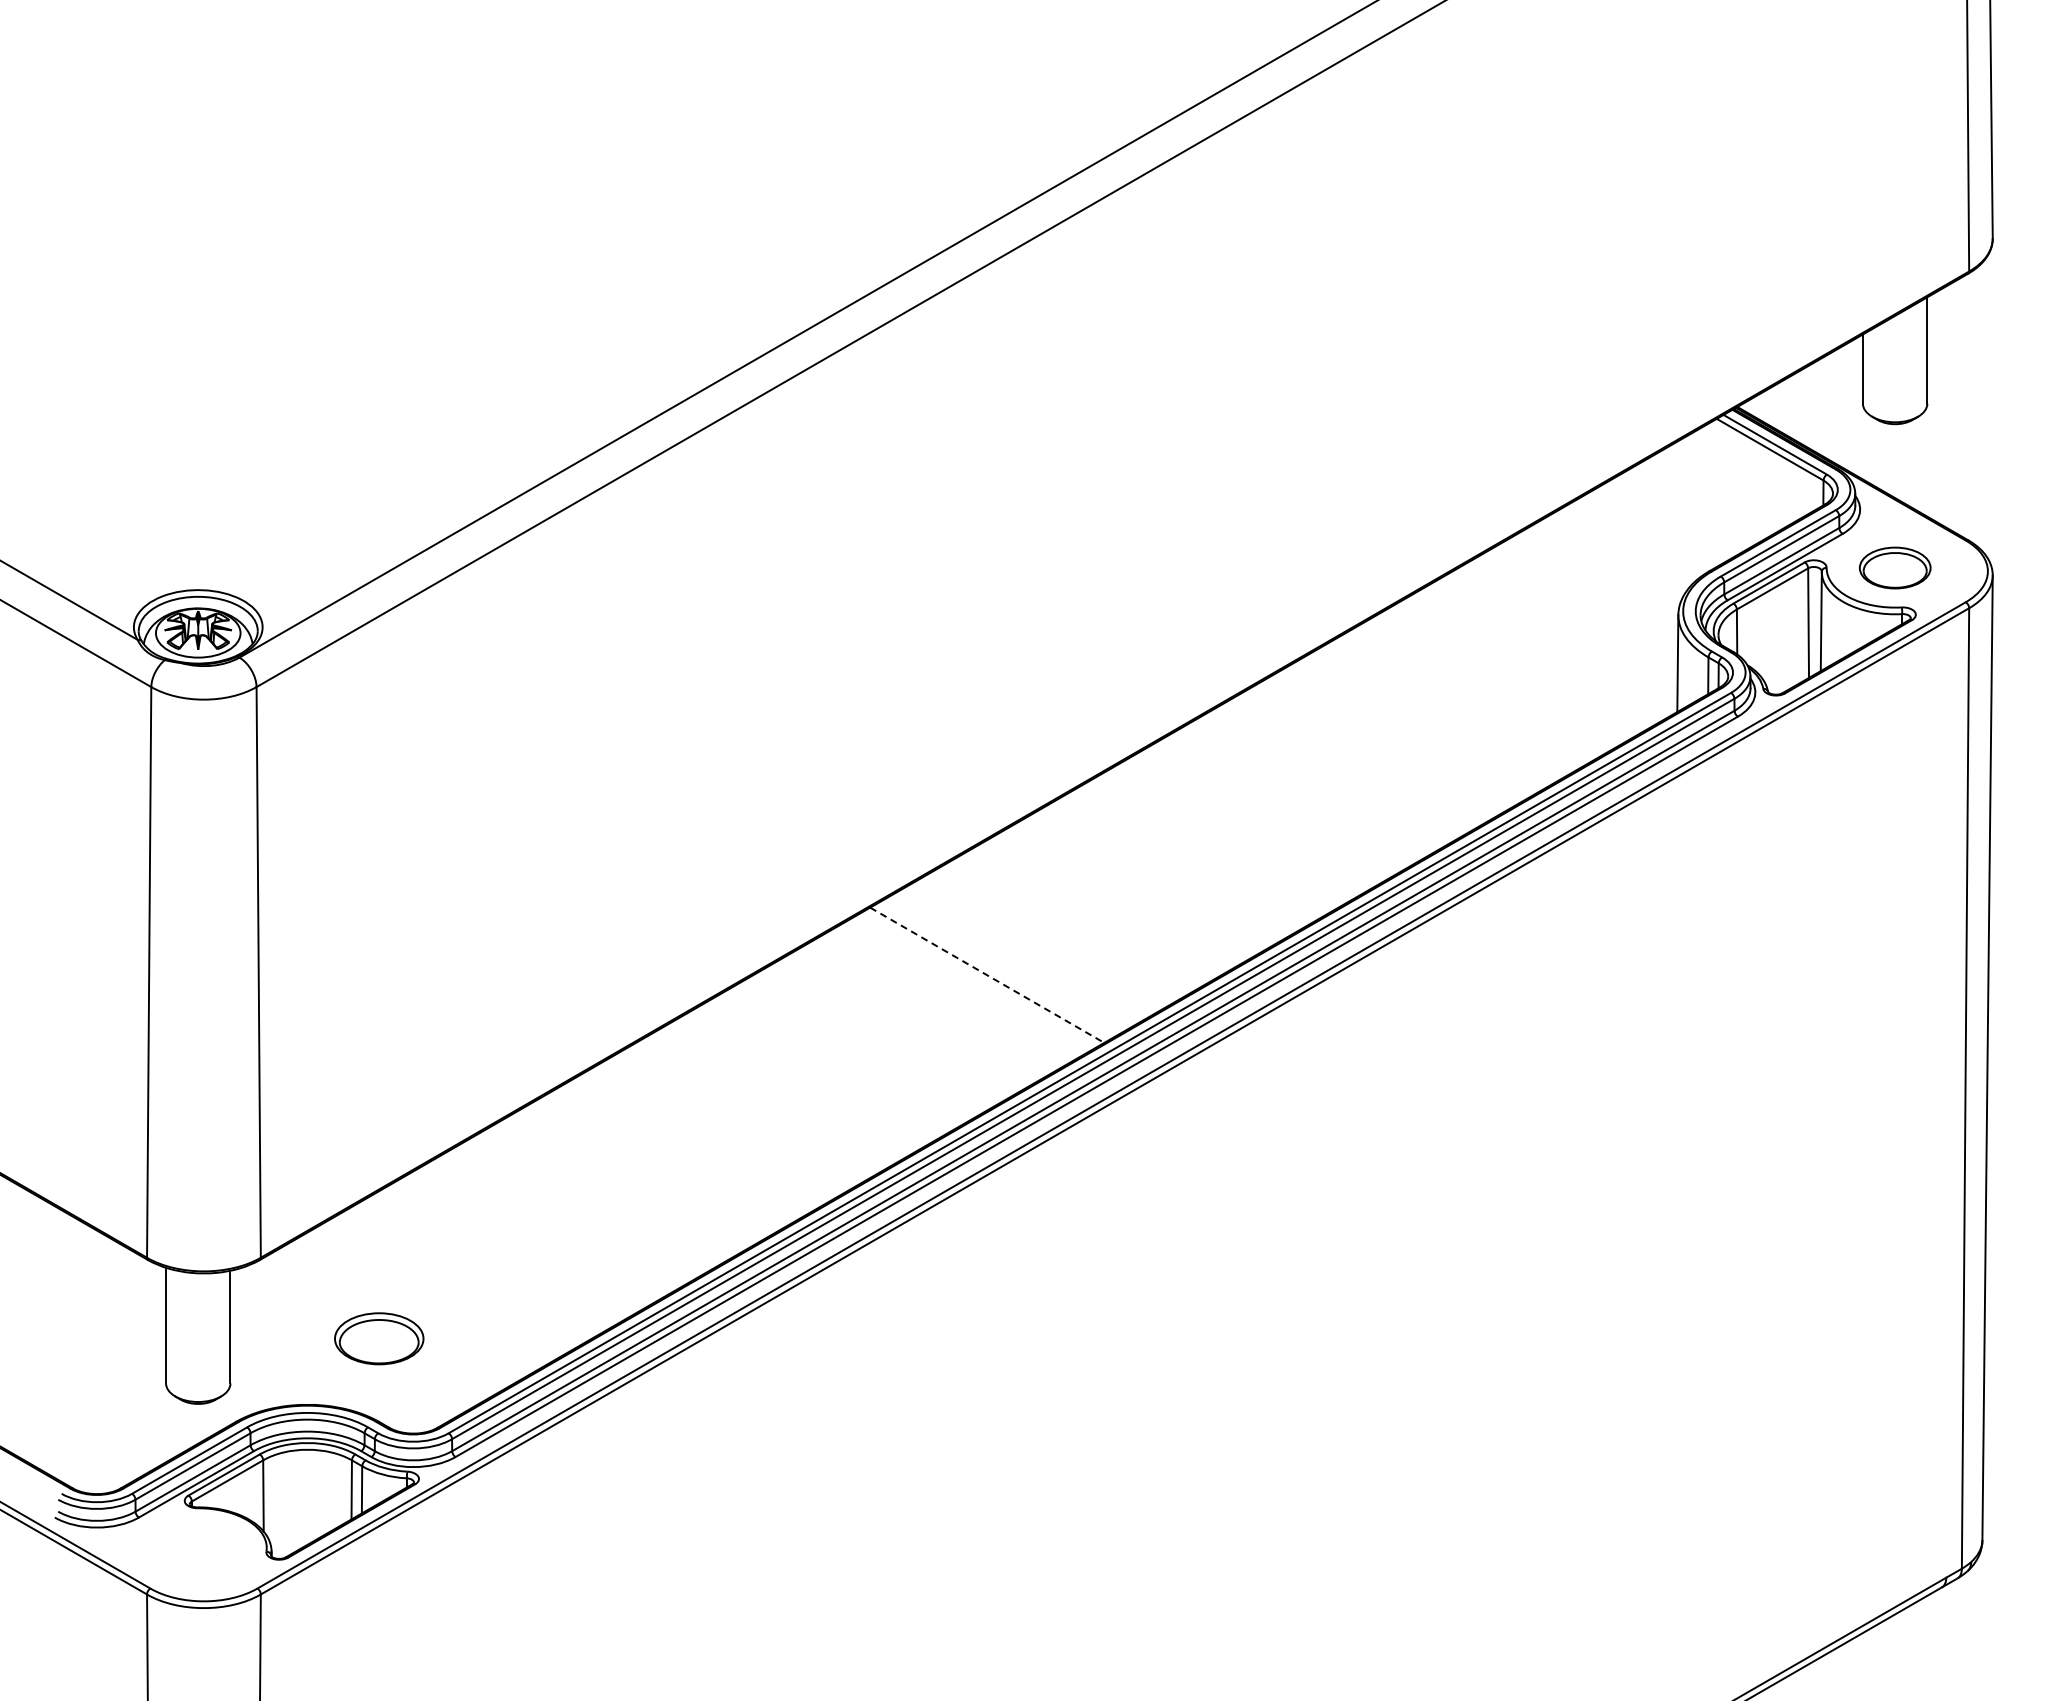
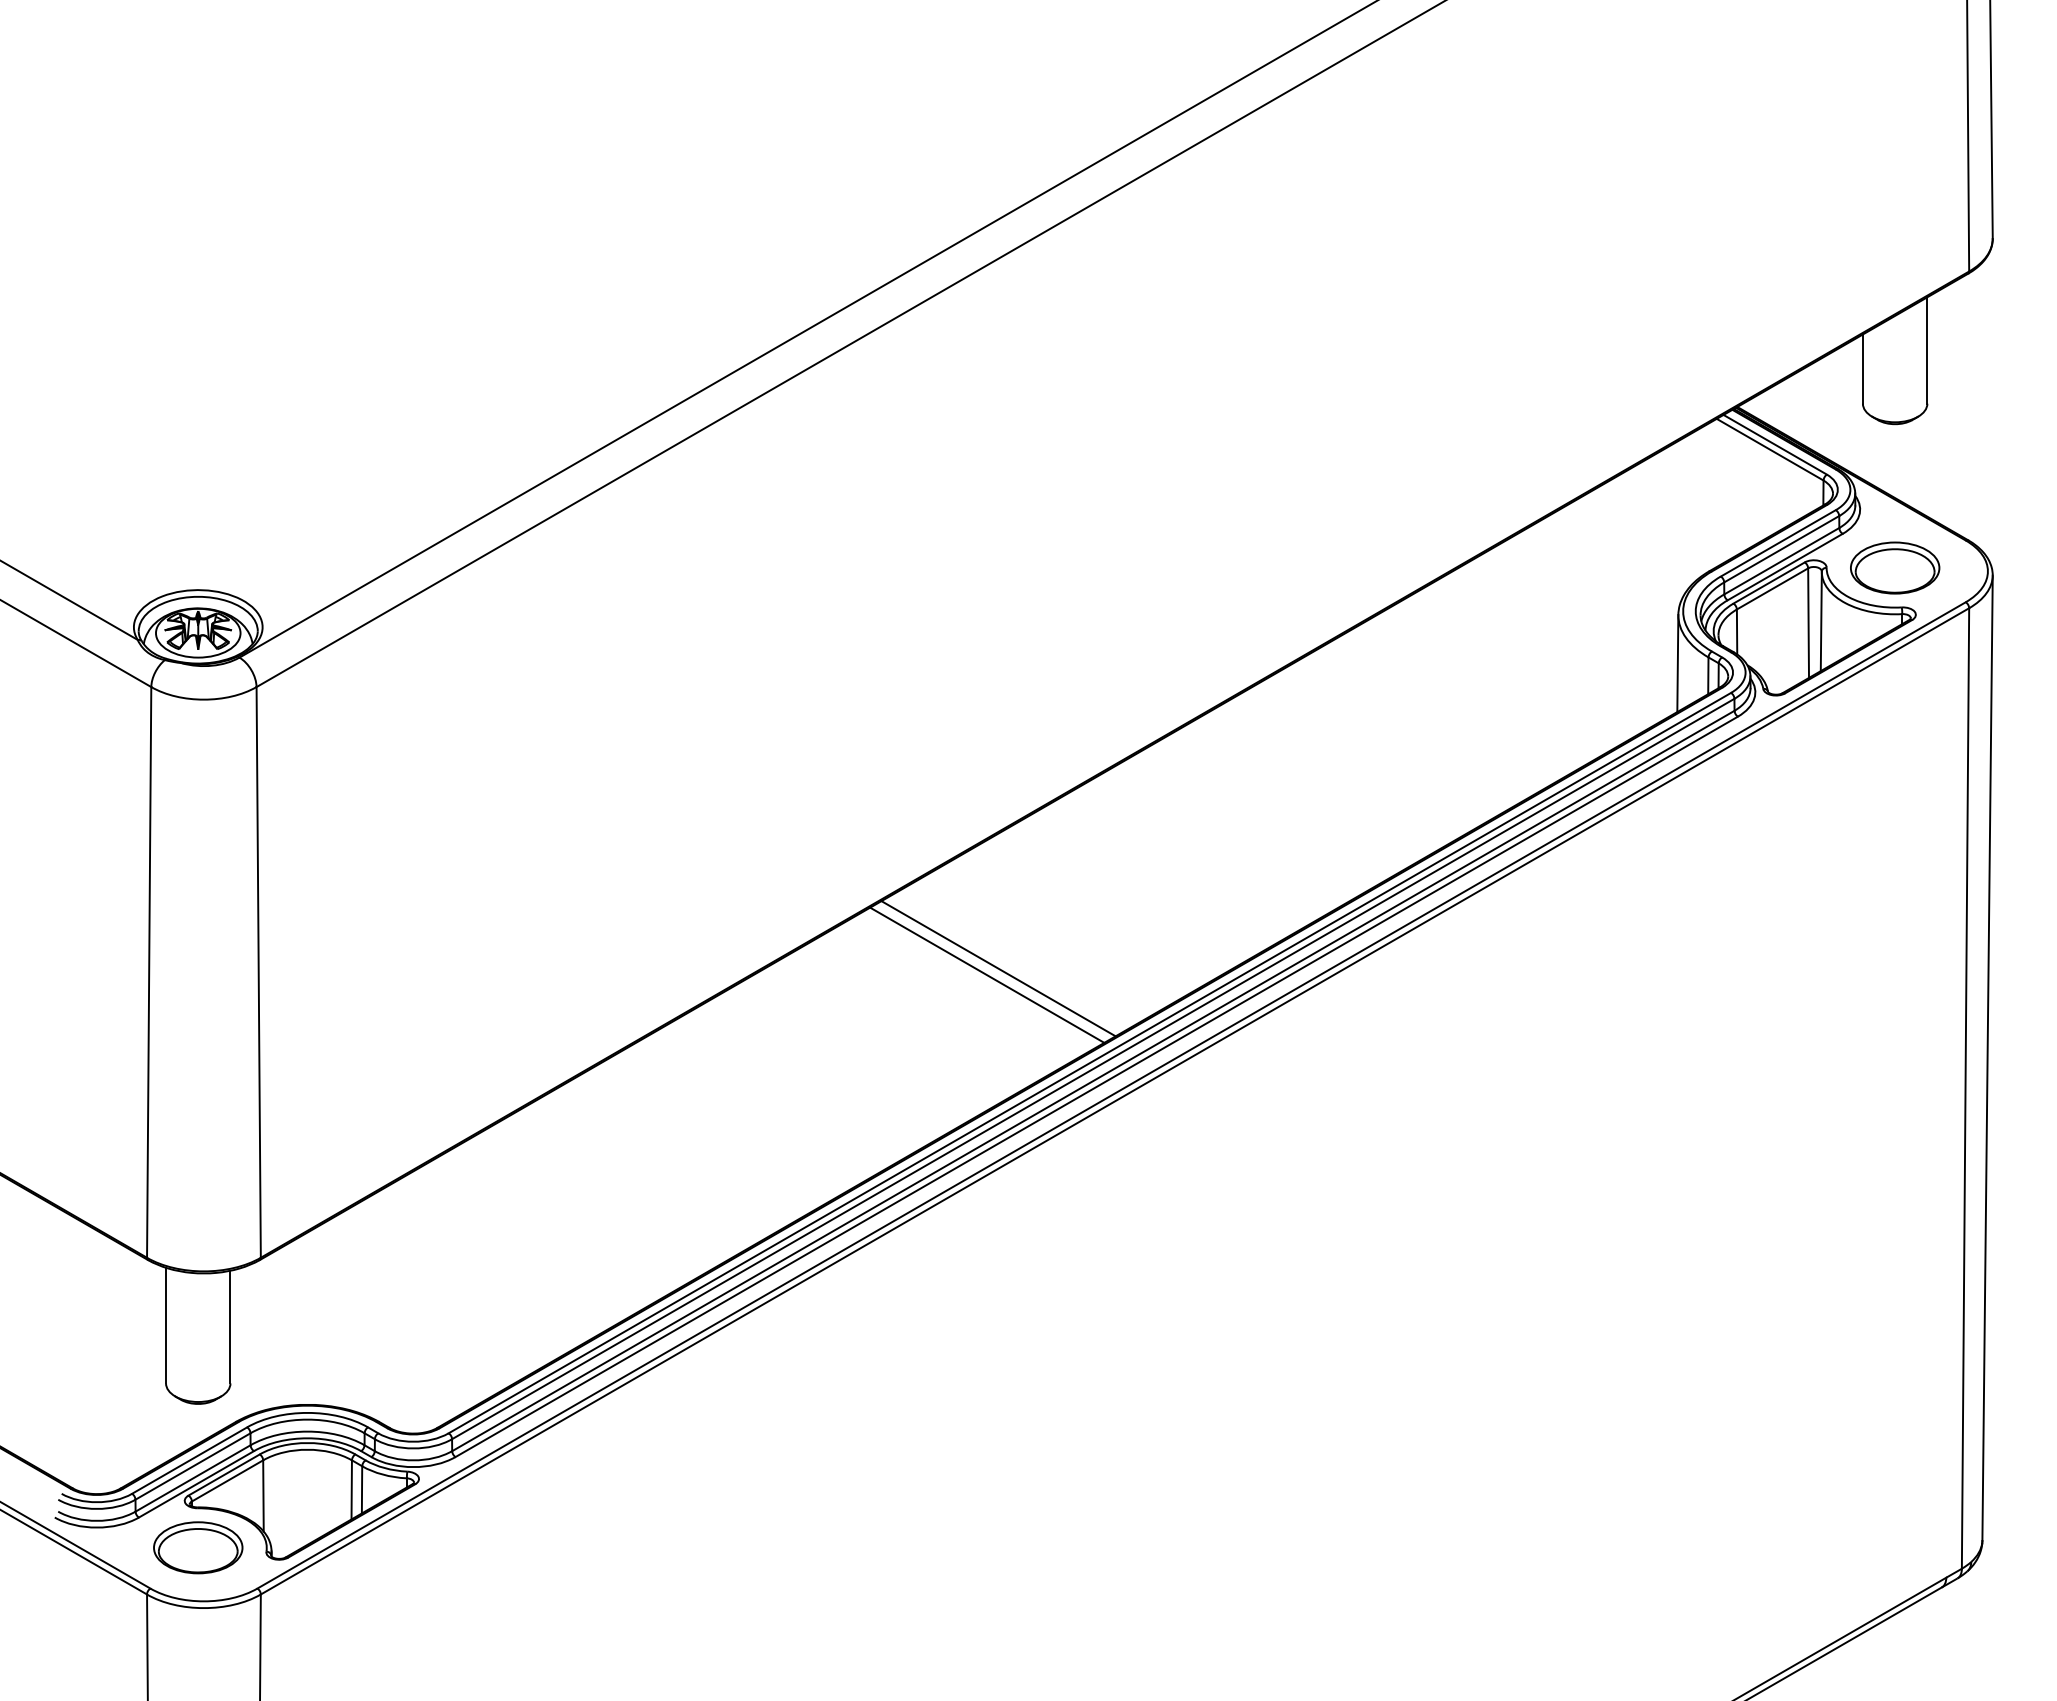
part at (1895, 567) size: 73x44 px -> 91x54 px
line at (998, 968): none -> present
line at (987, 975): dashed -> solid
part at (379, 1338) position: (379, 1338) -> (198, 1547)
